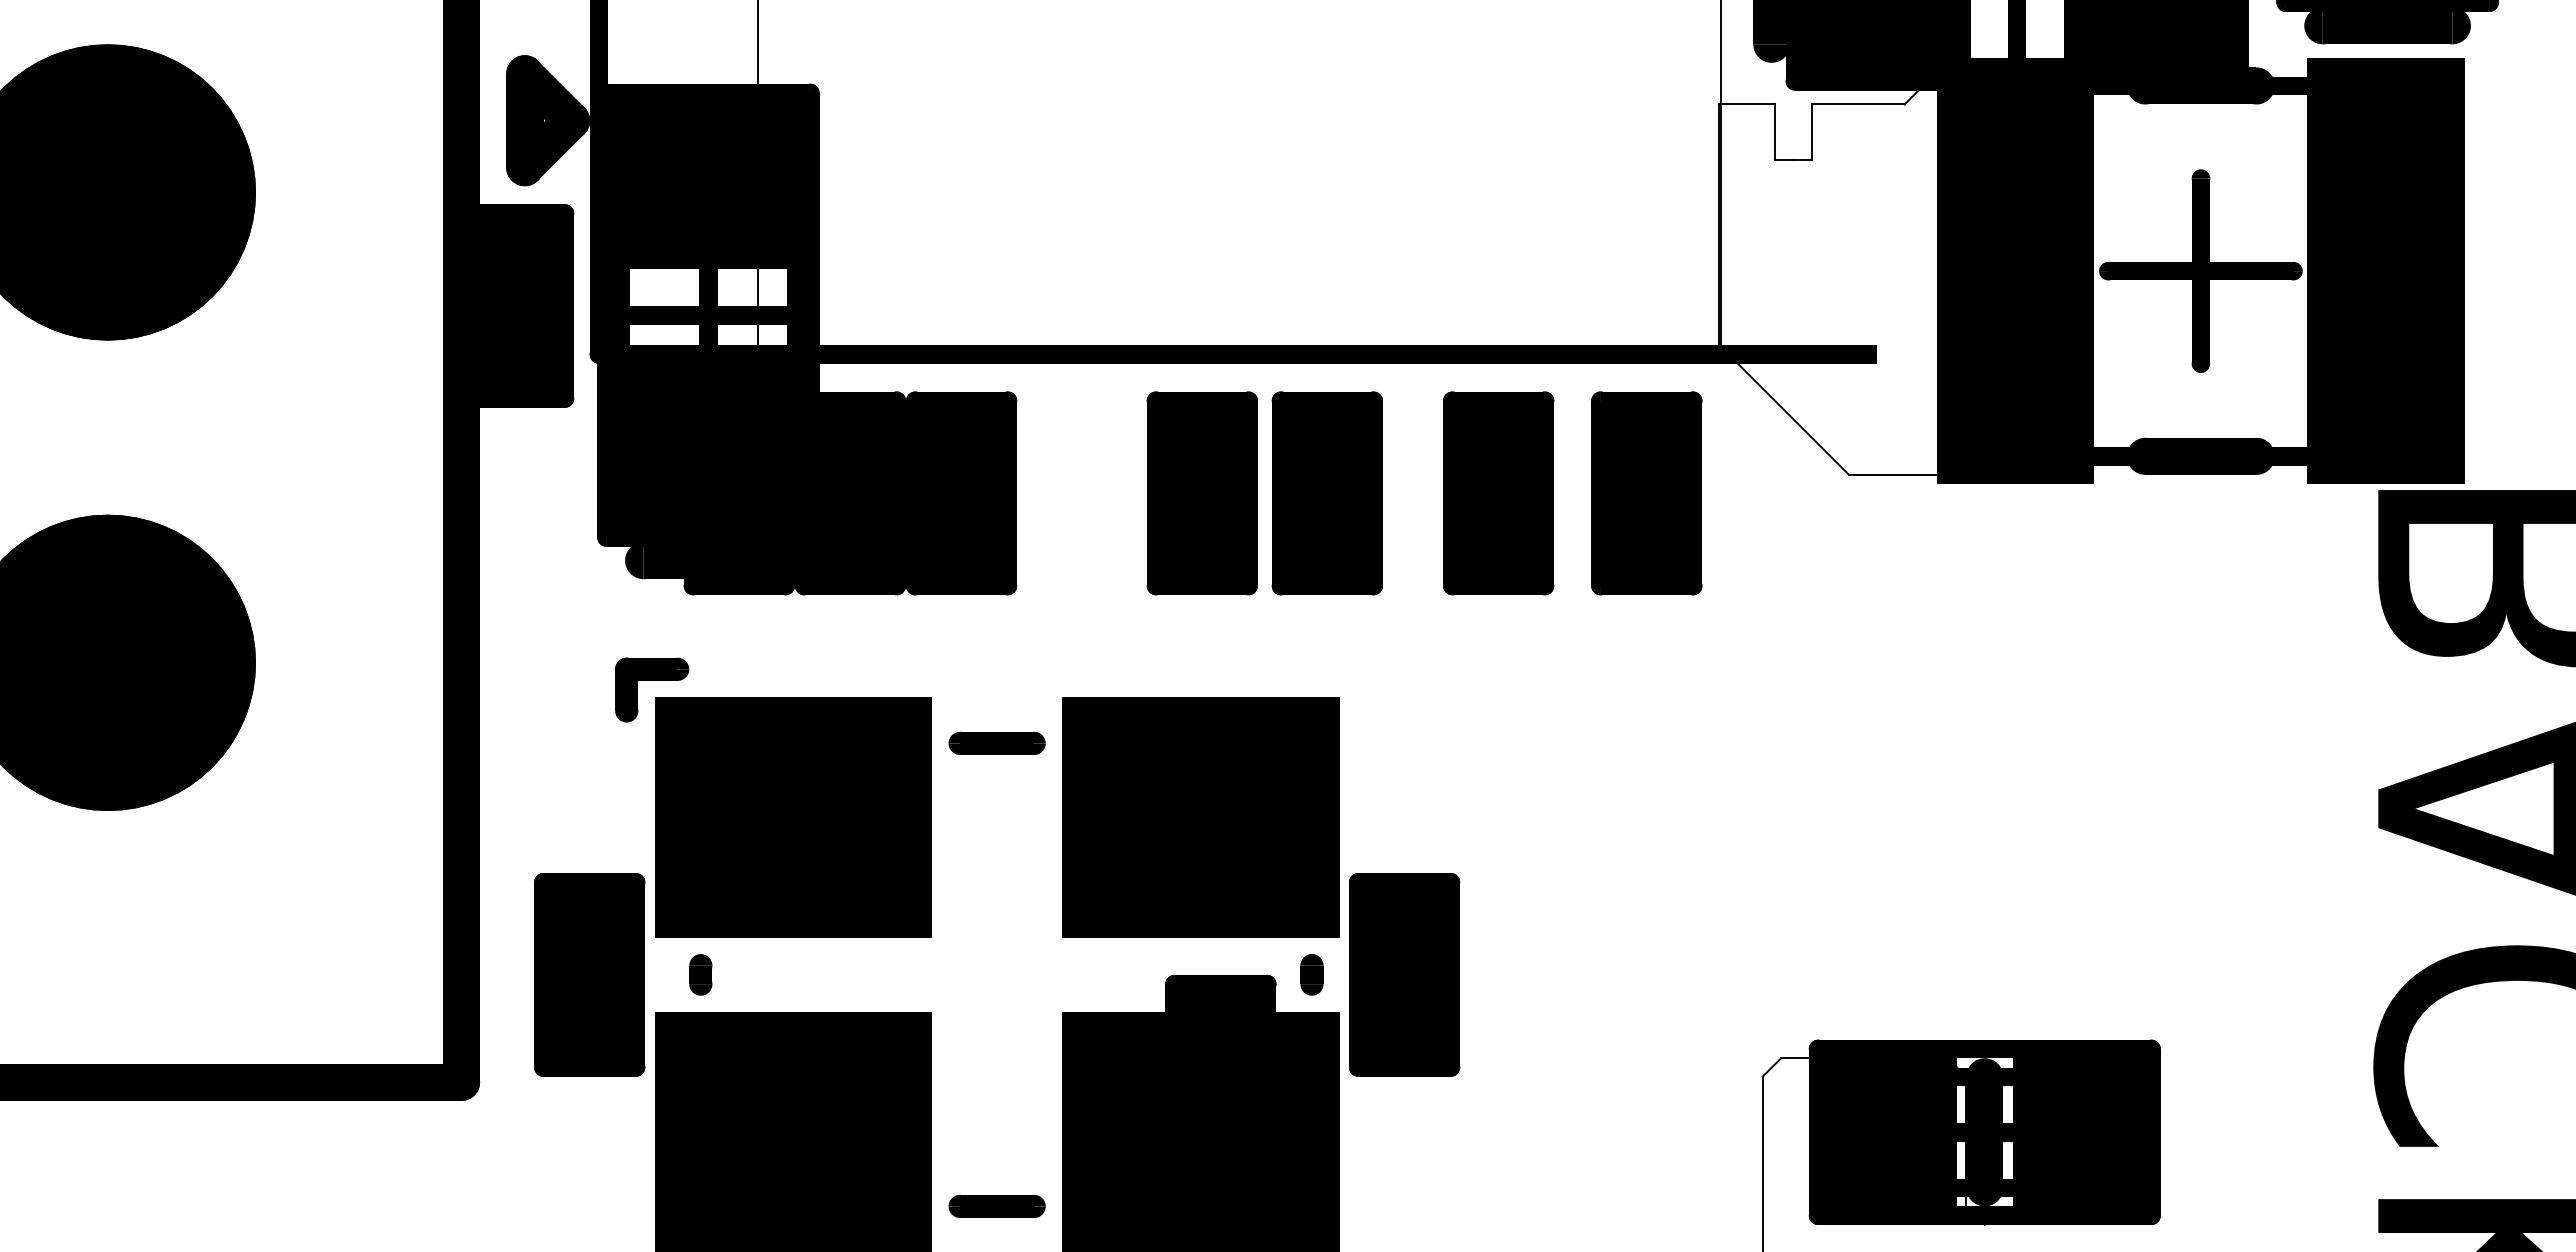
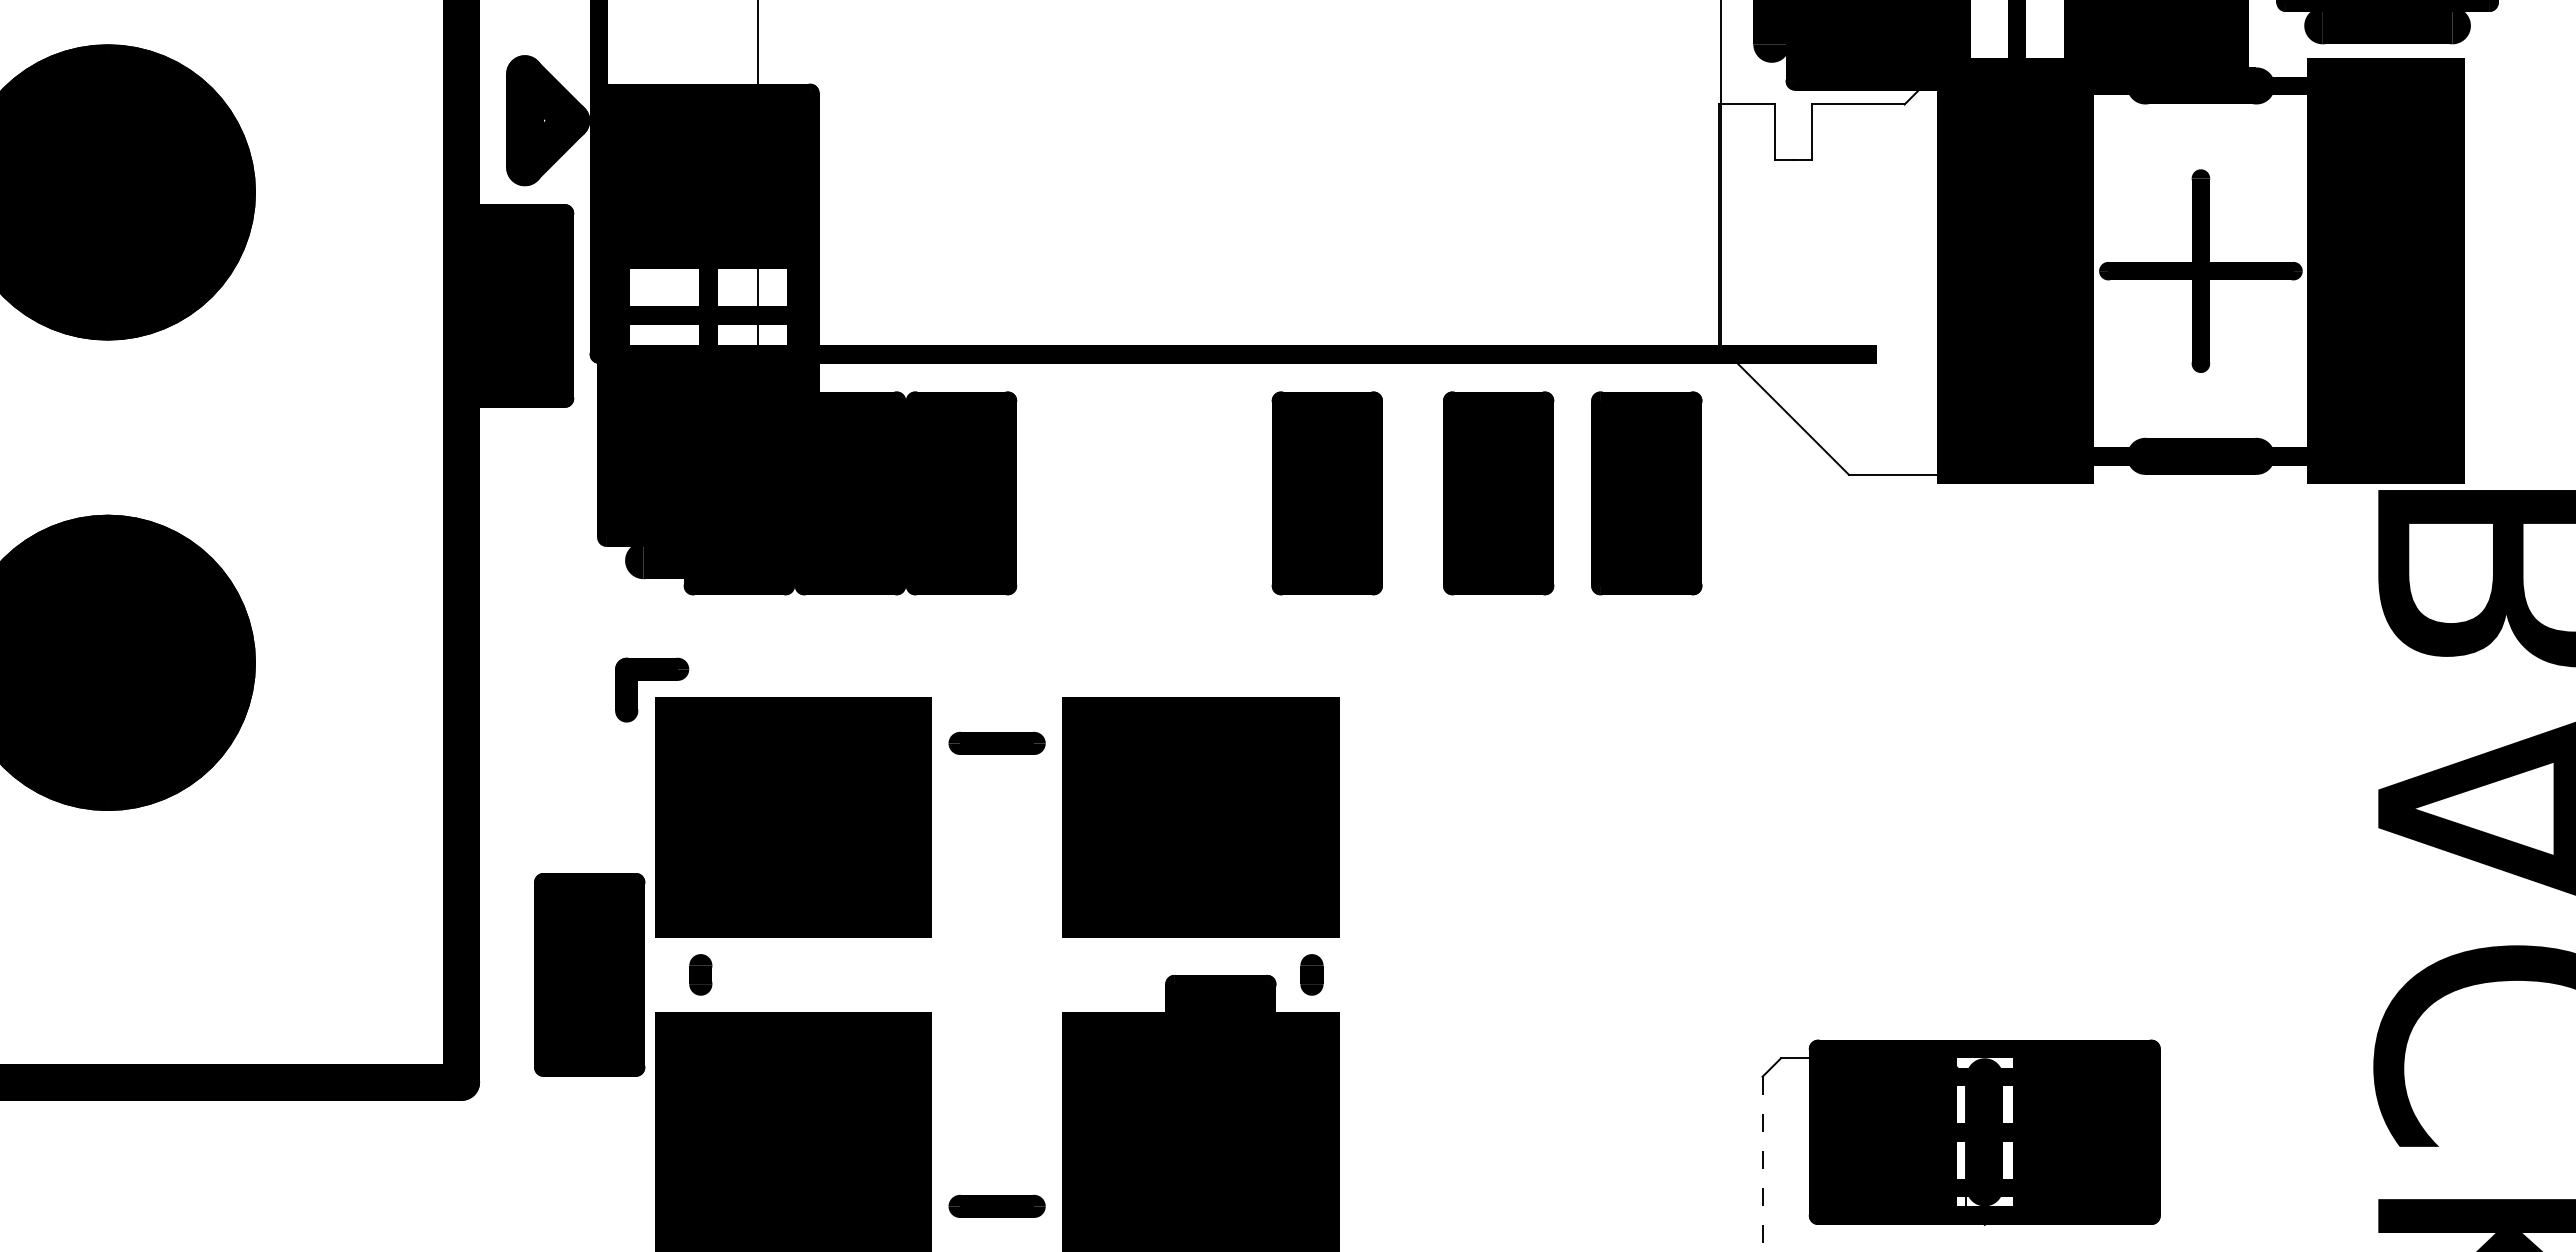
part at (1201, 493): present -> none
part at (1404, 974): present -> none
line at (1762, 1164): solid -> dashed
